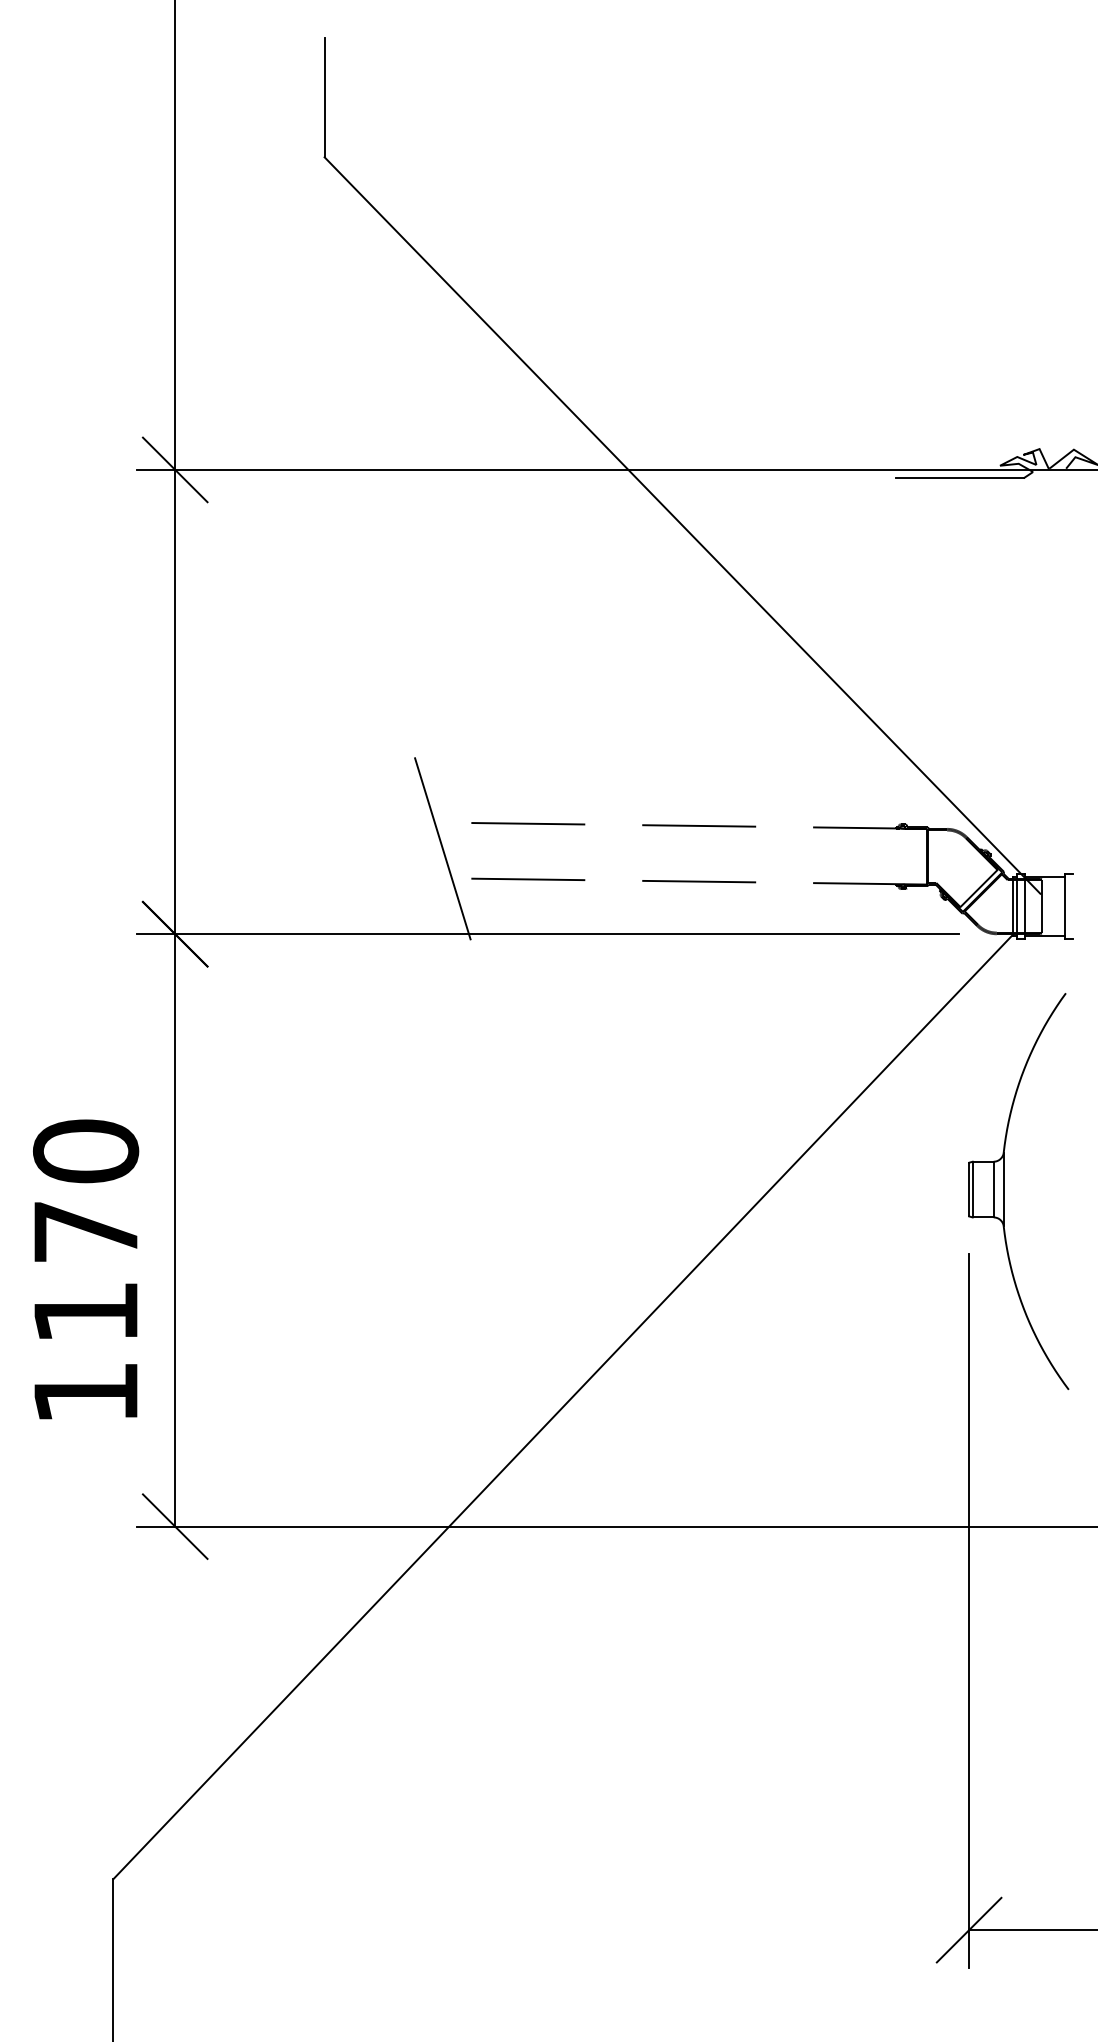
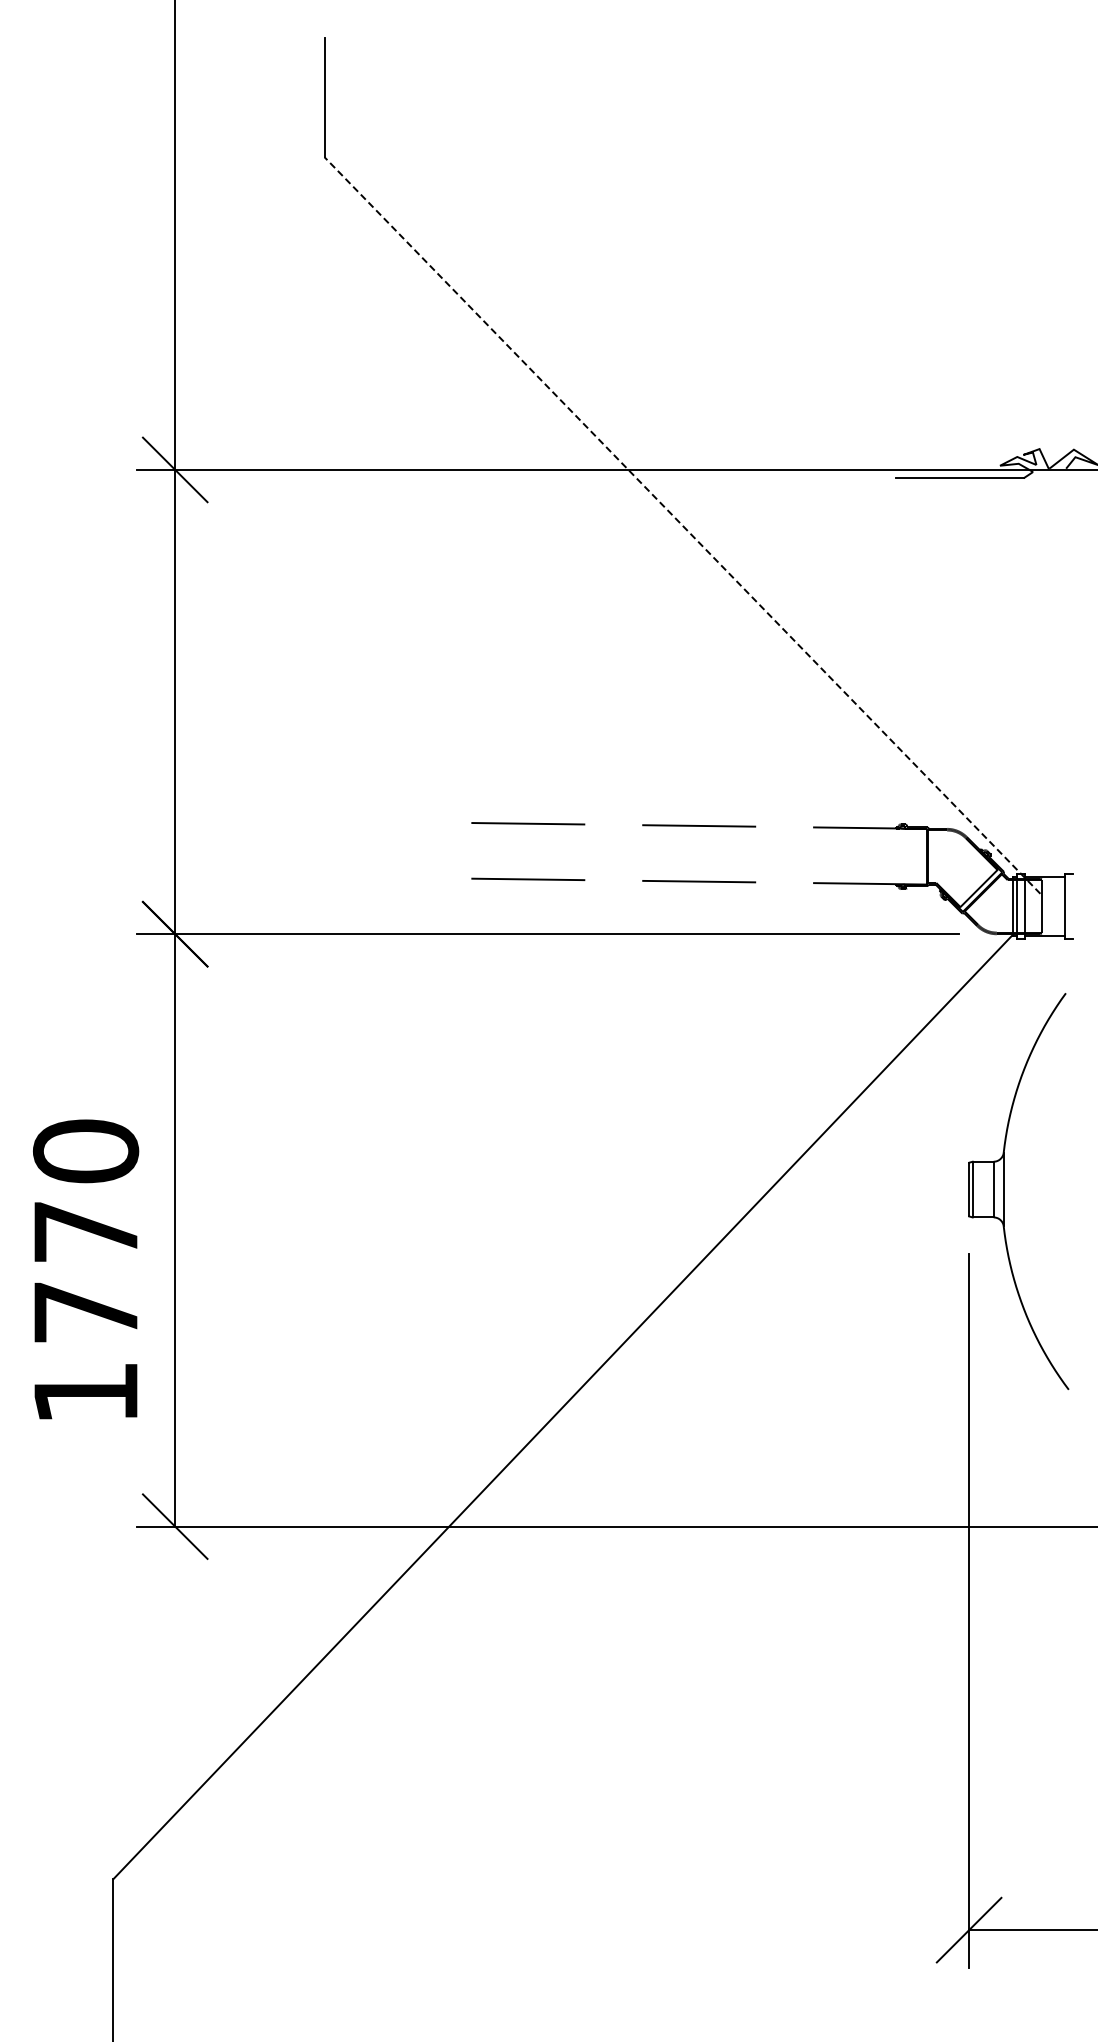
line at (682, 525): solid -> dashed
line at (442, 848): present -> none
text at (85, 1312): 1170 -> 1770
